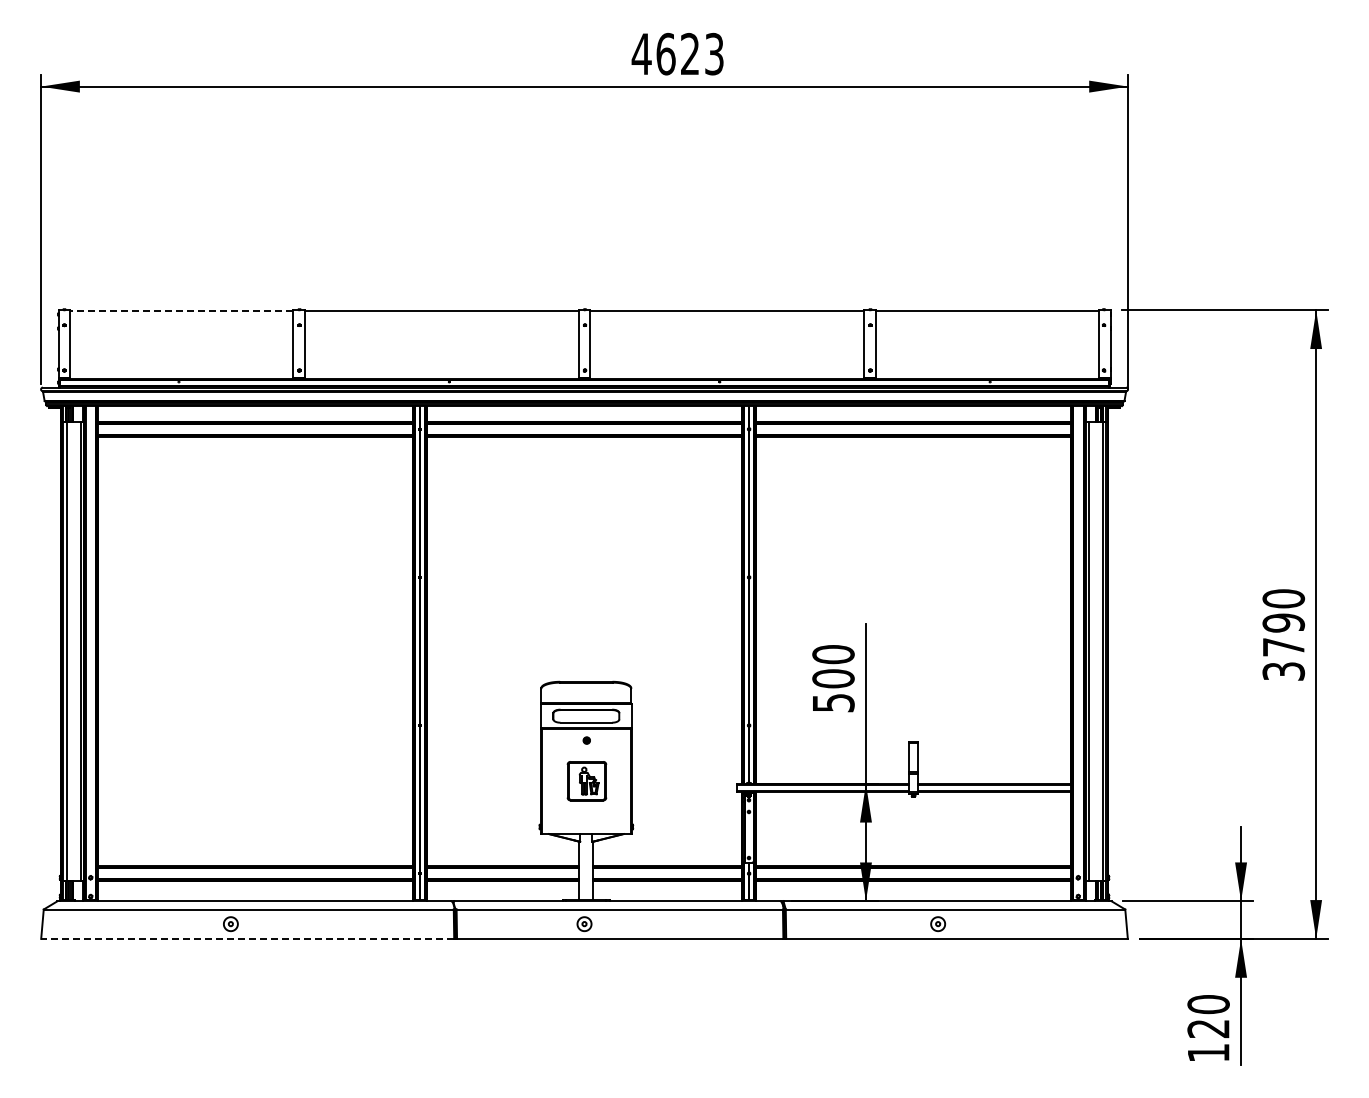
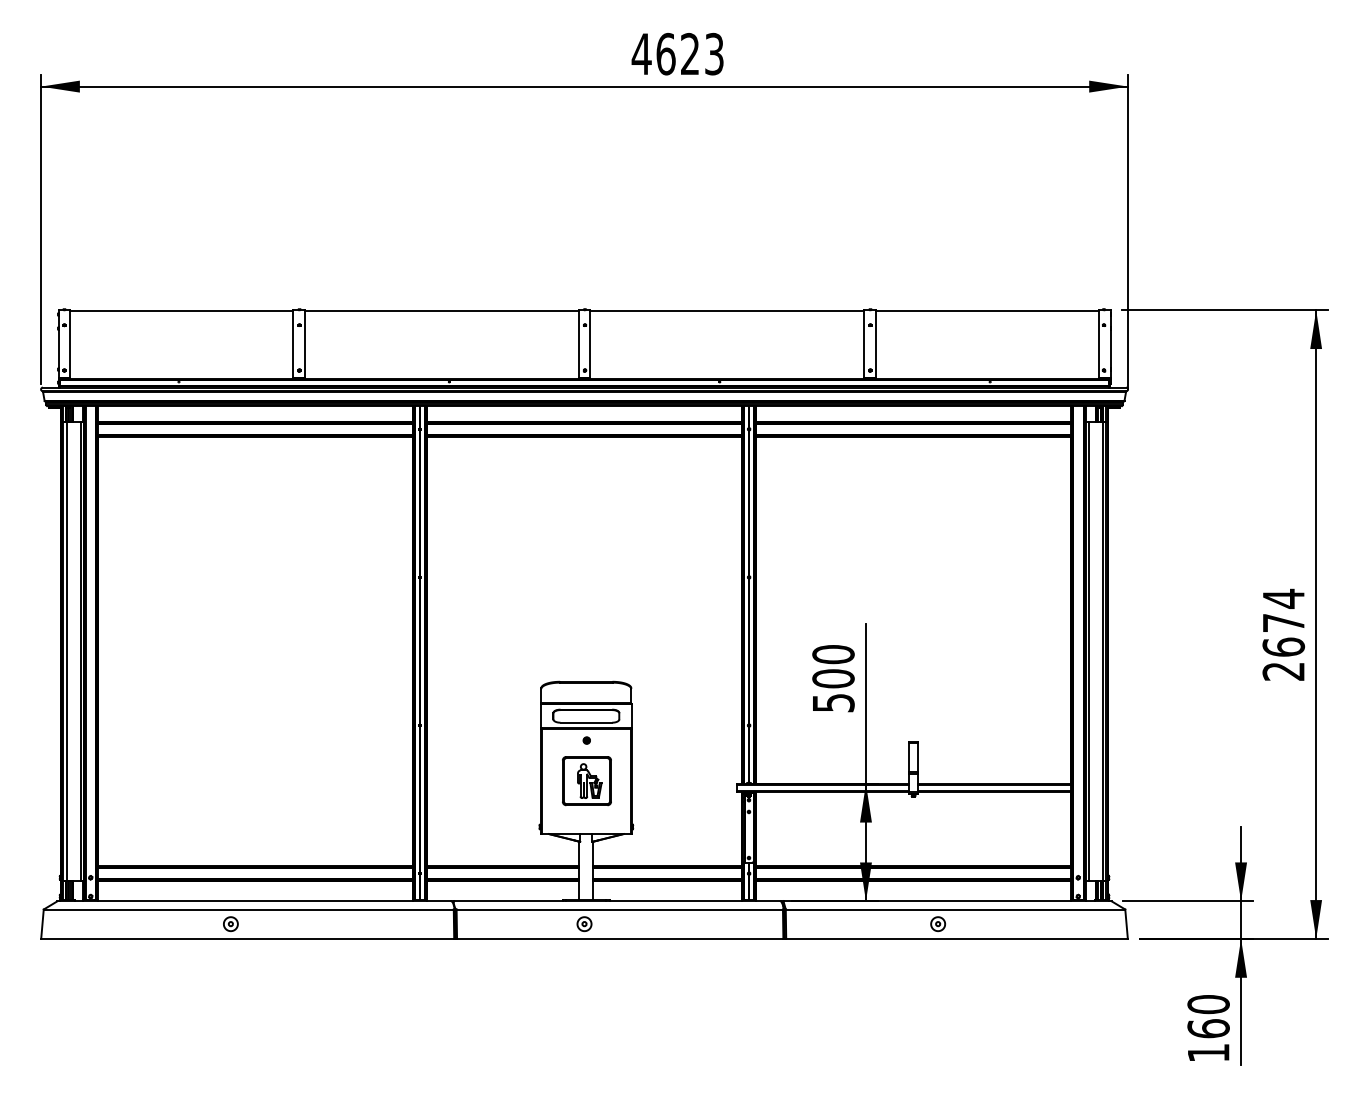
line at (181, 311): dashed -> solid
text at (1283, 634): 3790 -> 2674
part at (586, 781) size: 42x41 px -> 50x51 px
line at (247, 938): dashed -> solid
text at (1208, 1028): 120 -> 160
